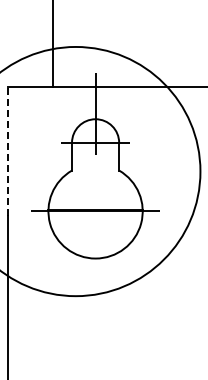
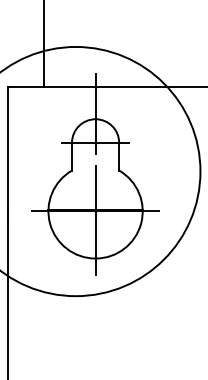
line at (53, 44) position: (53, 44) -> (44, 44)
line at (8, 150): dashed -> solid
line at (95, 219): none -> present
